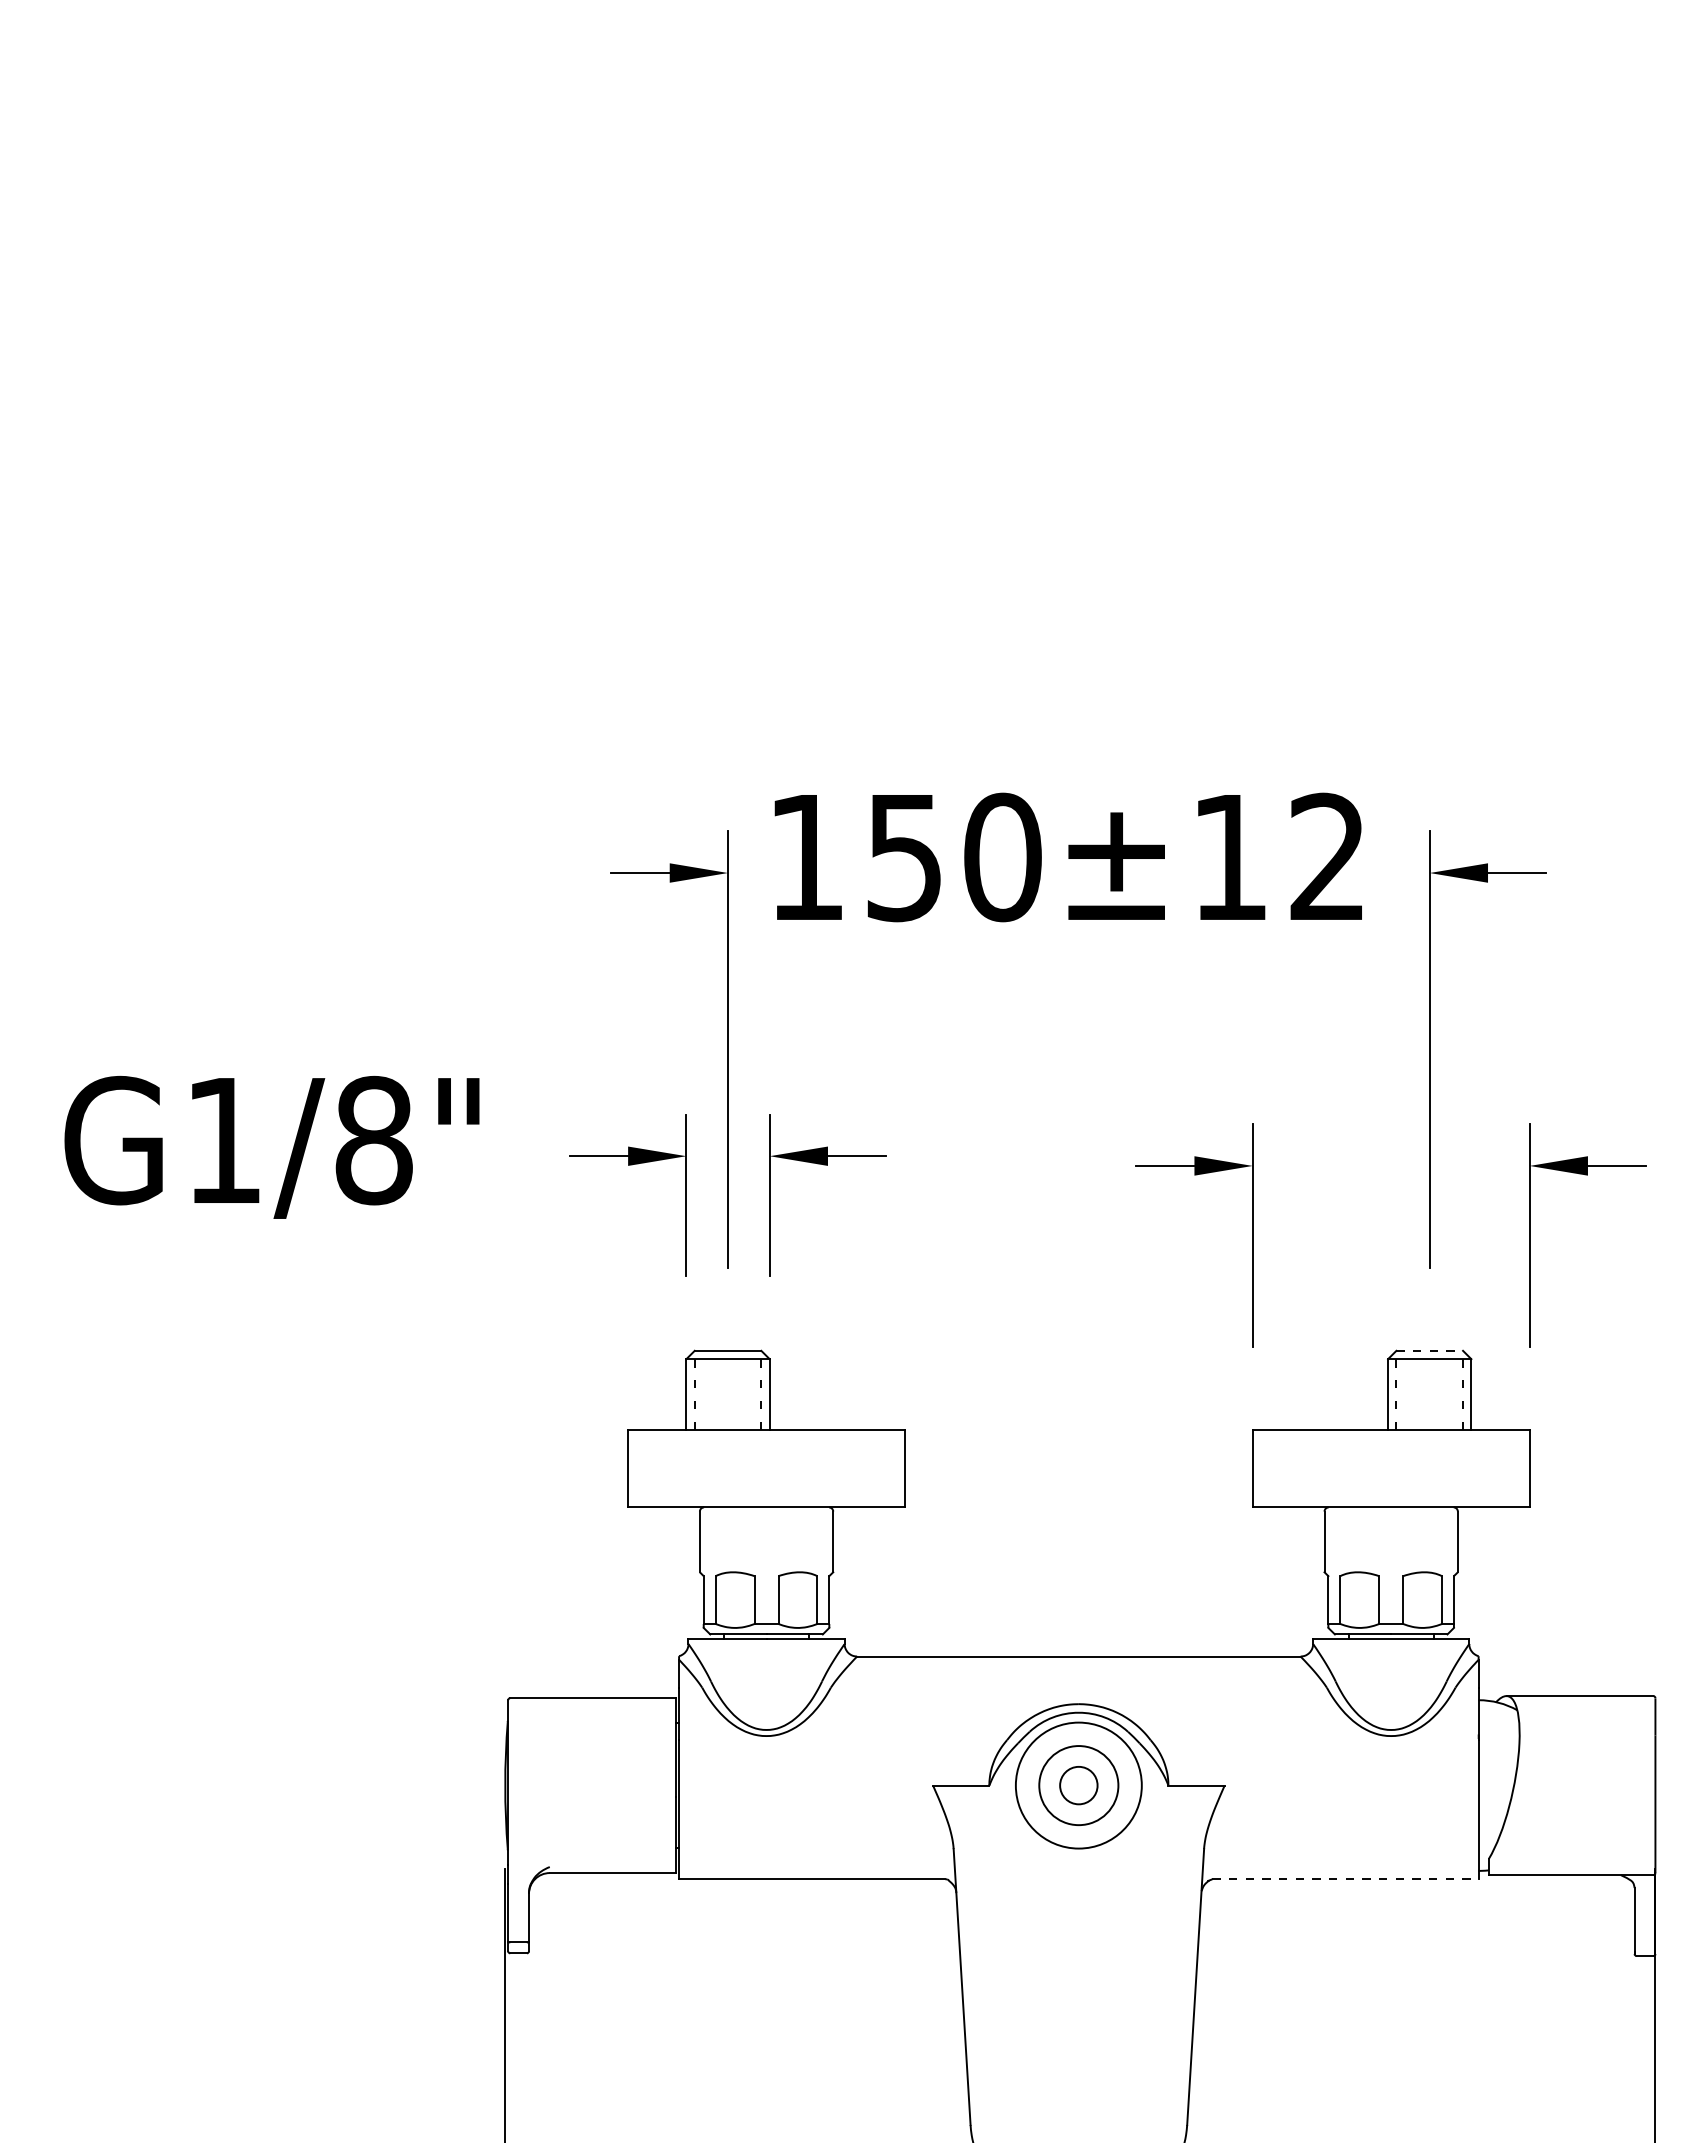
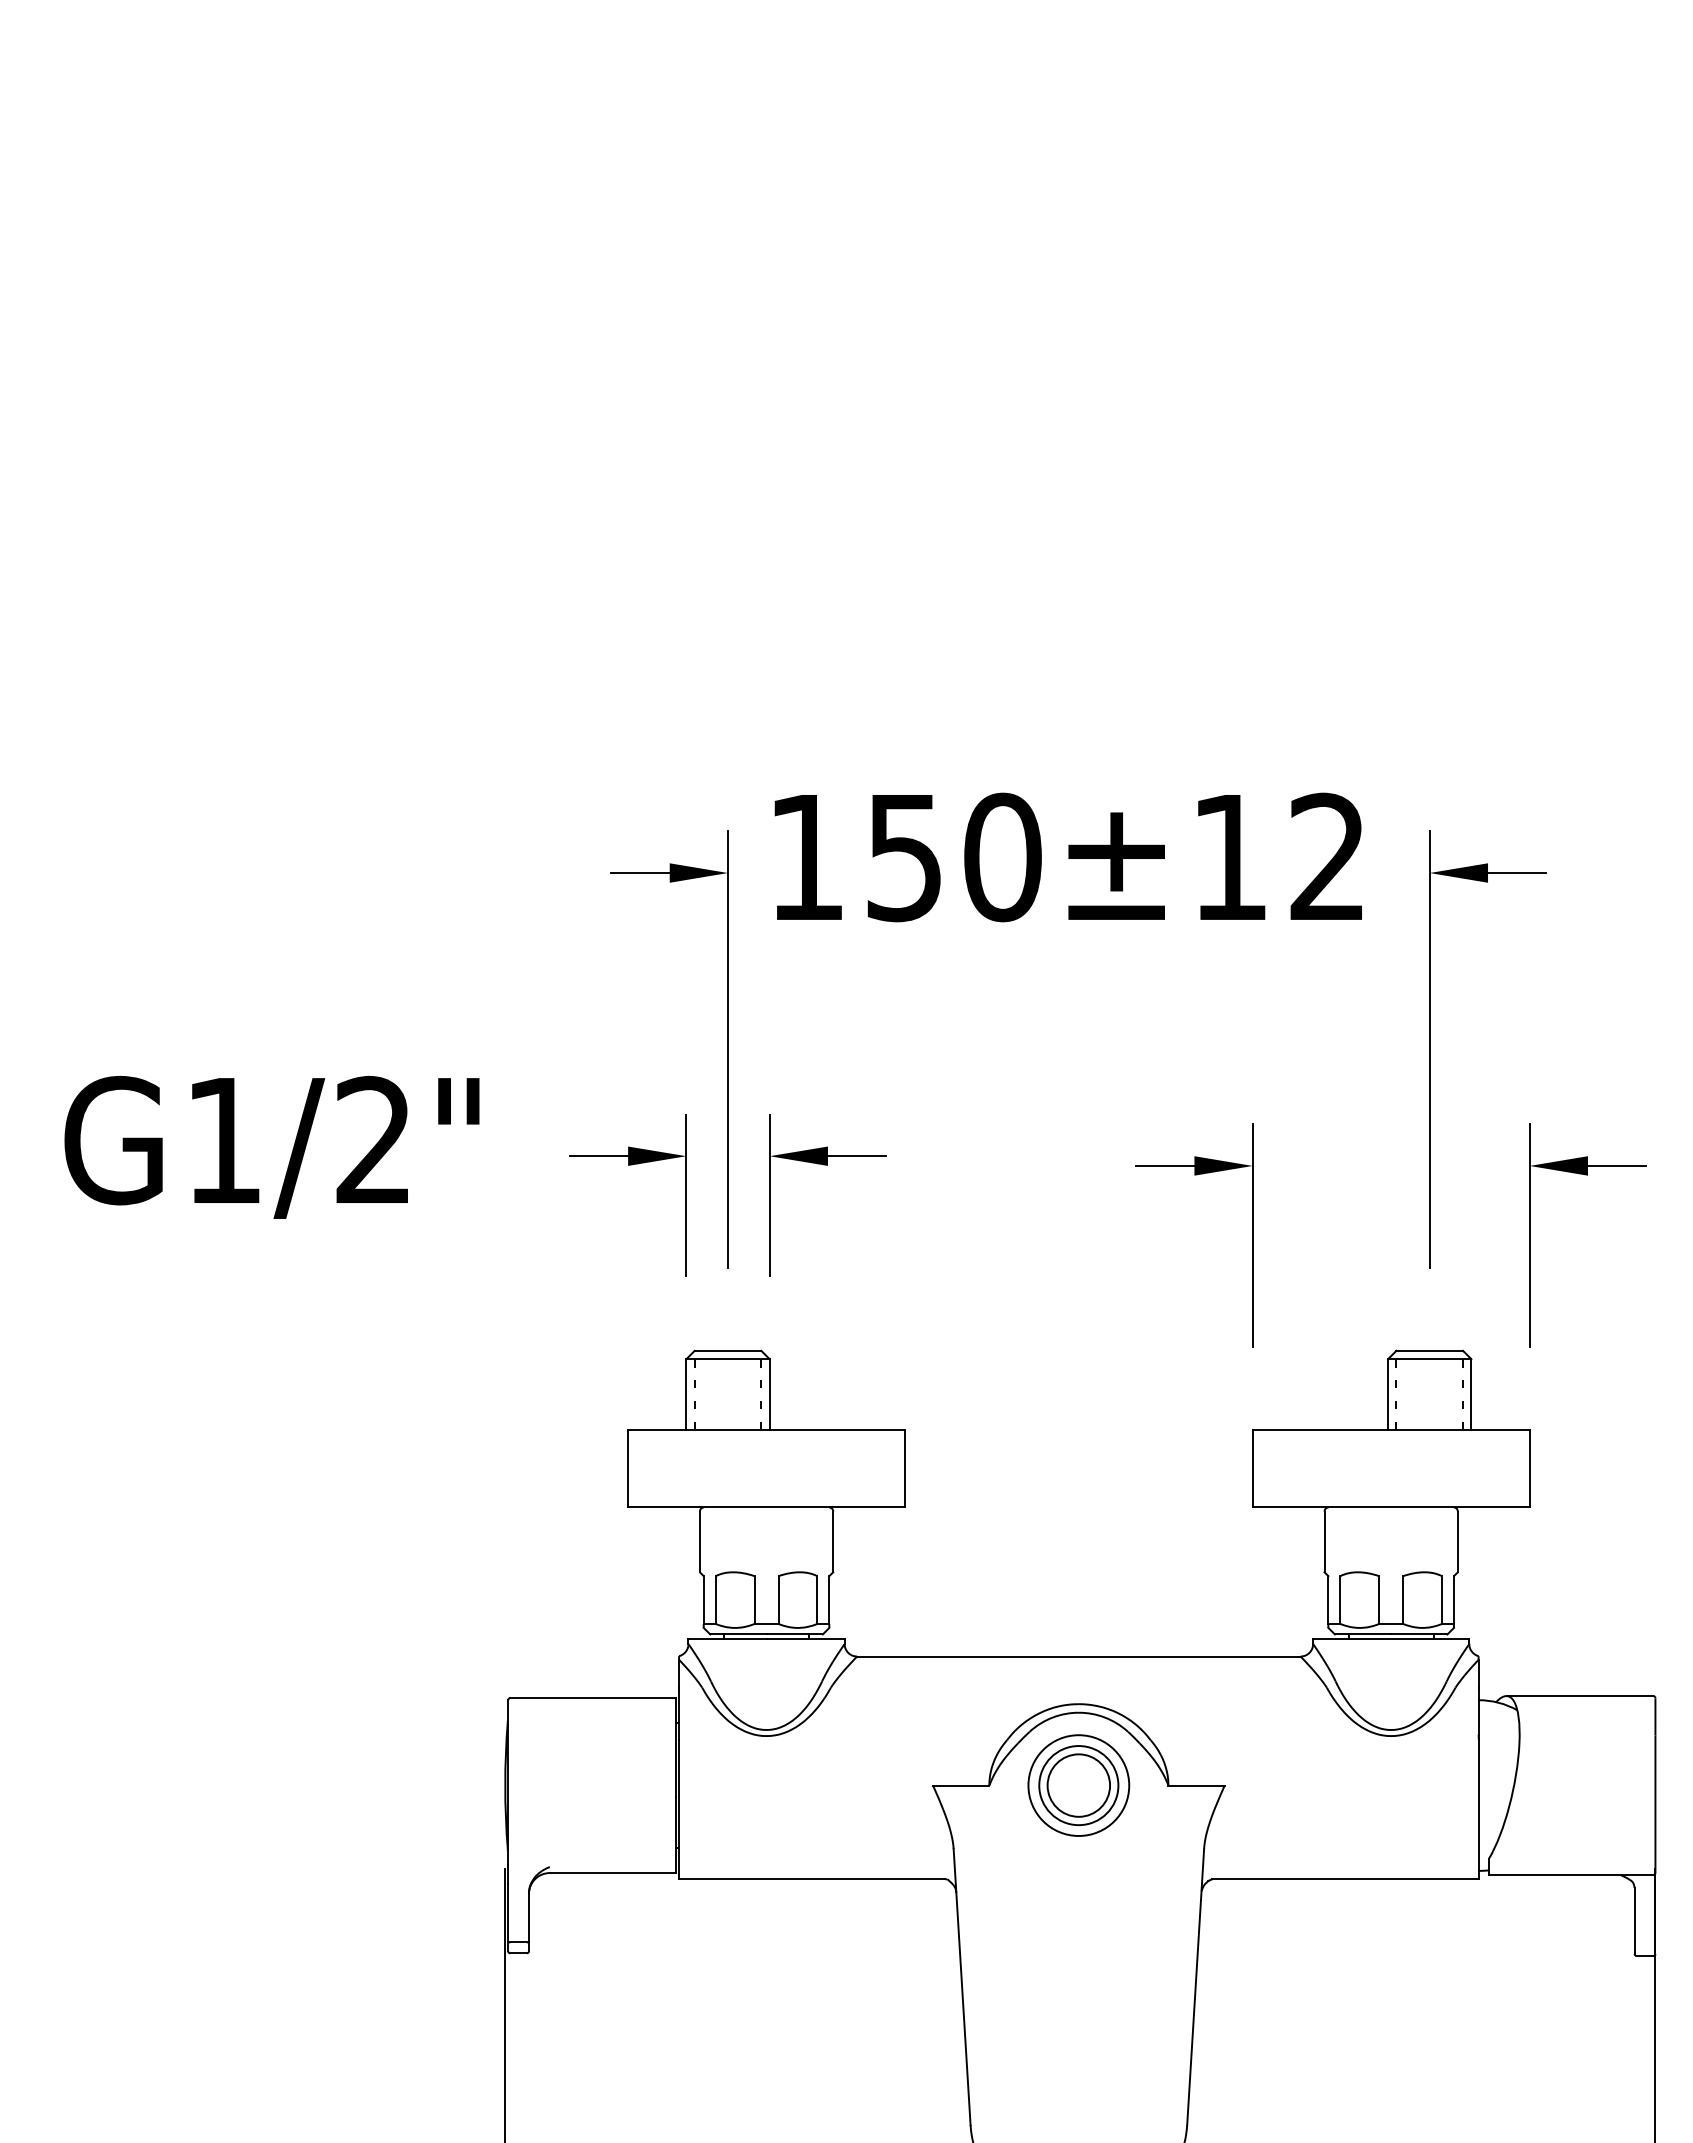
text at (373, 1140): G1/8" -> G1/2"
line at (1430, 1350): dashed -> solid
circle at (1078, 1785) diameter: 126 px -> 101 px
circle at (1078, 1785) diameter: 37 px -> 62 px
line at (1345, 1879): dashed -> solid
